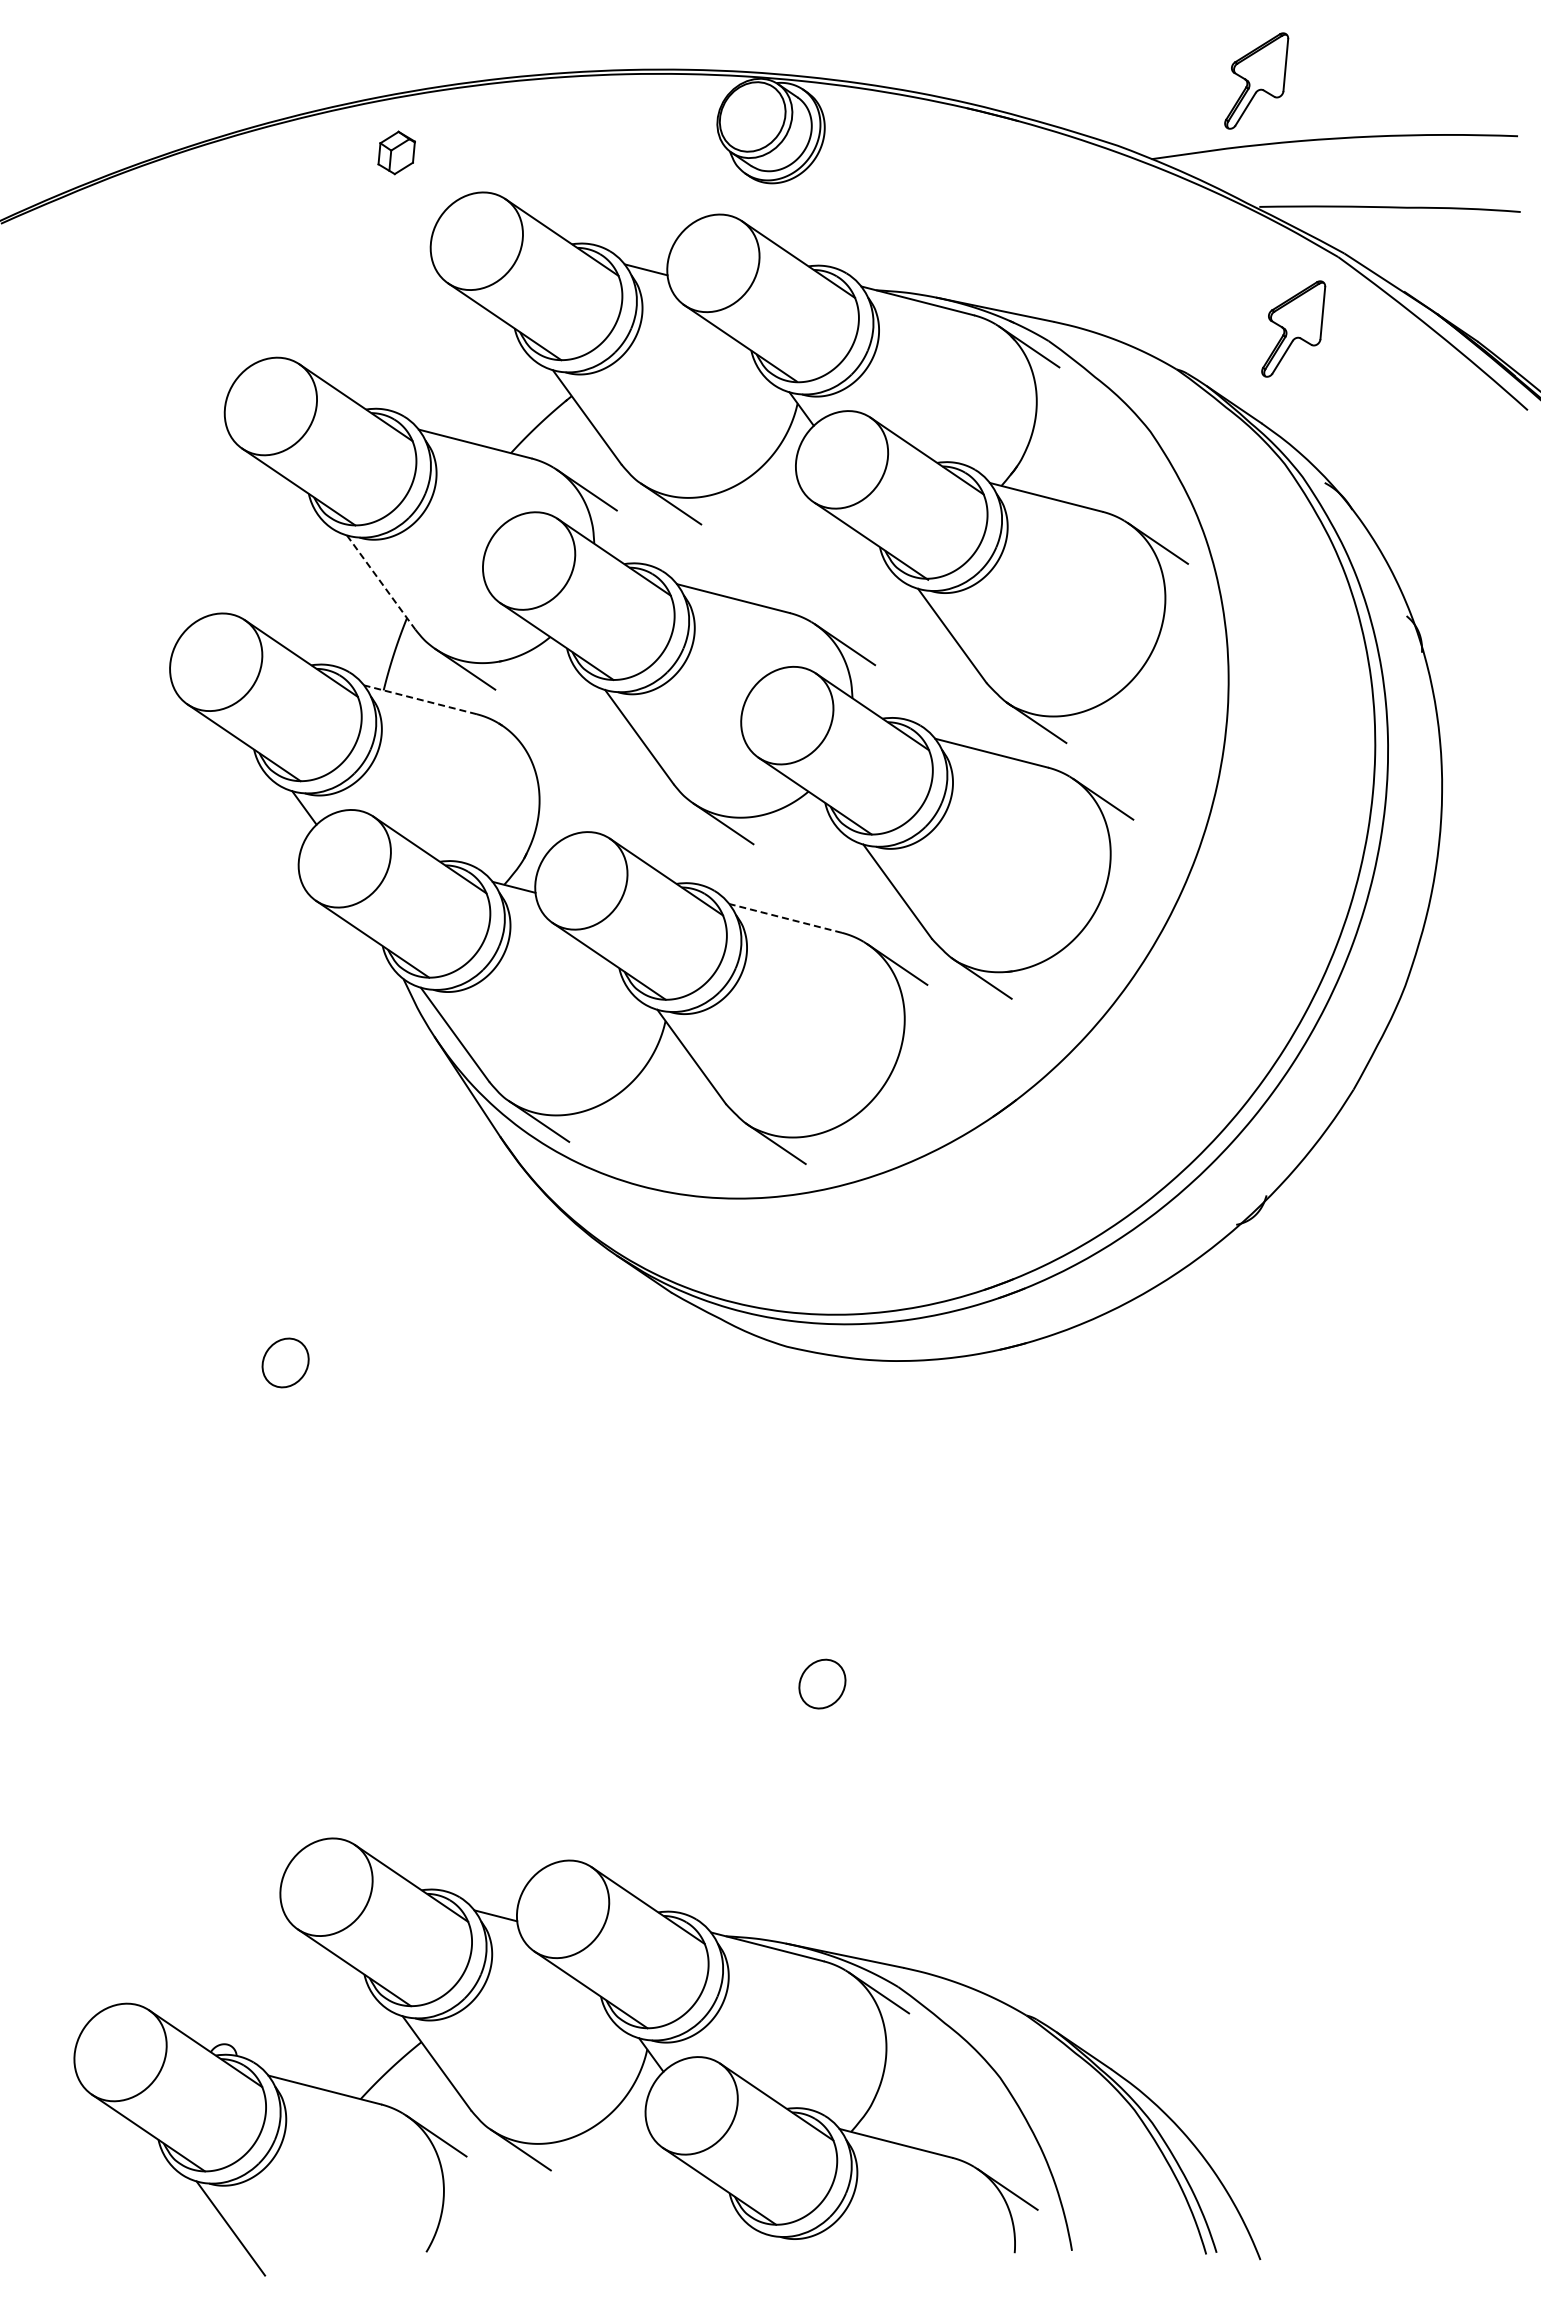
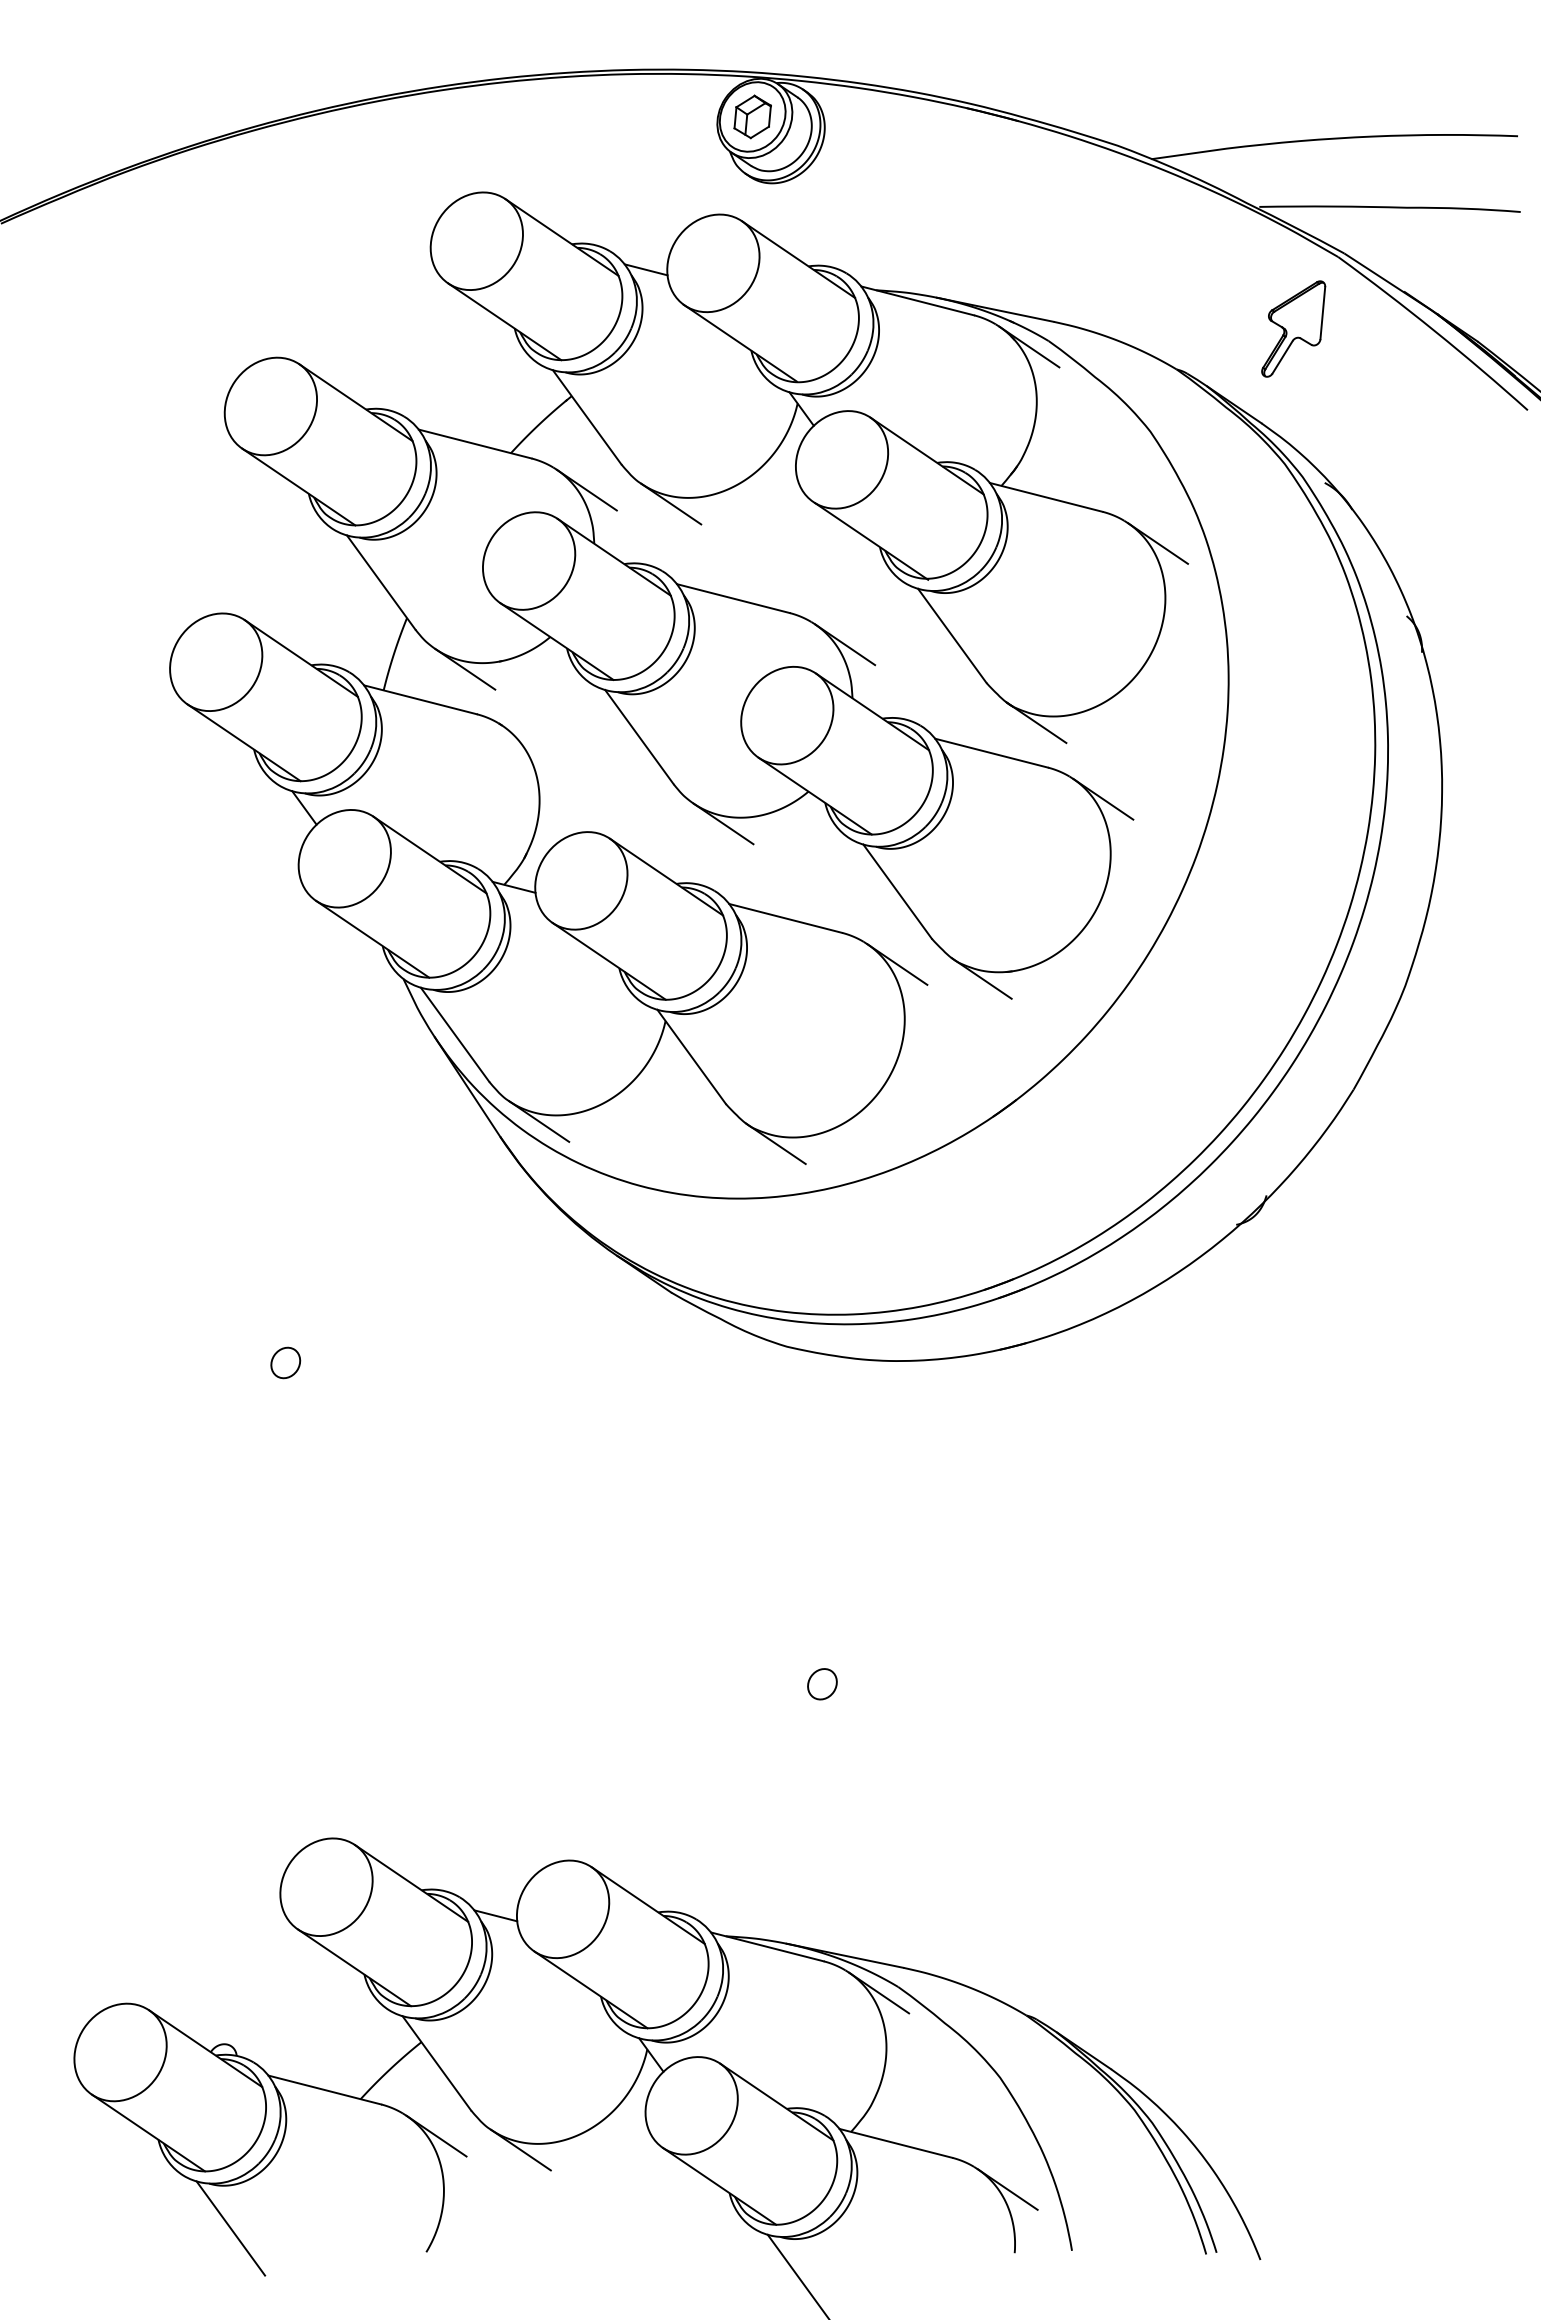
part at (1256, 80): present -> none
part at (396, 152) position: (396, 152) -> (752, 116)
line at (381, 582): dashed -> solid
line at (420, 699): dashed -> solid
line at (785, 918): dashed -> solid
part at (285, 1362) size: 49x52 px -> 32x34 px
part at (822, 1683) size: 49x52 px -> 31x33 px
line at (797, 2275): none -> present
